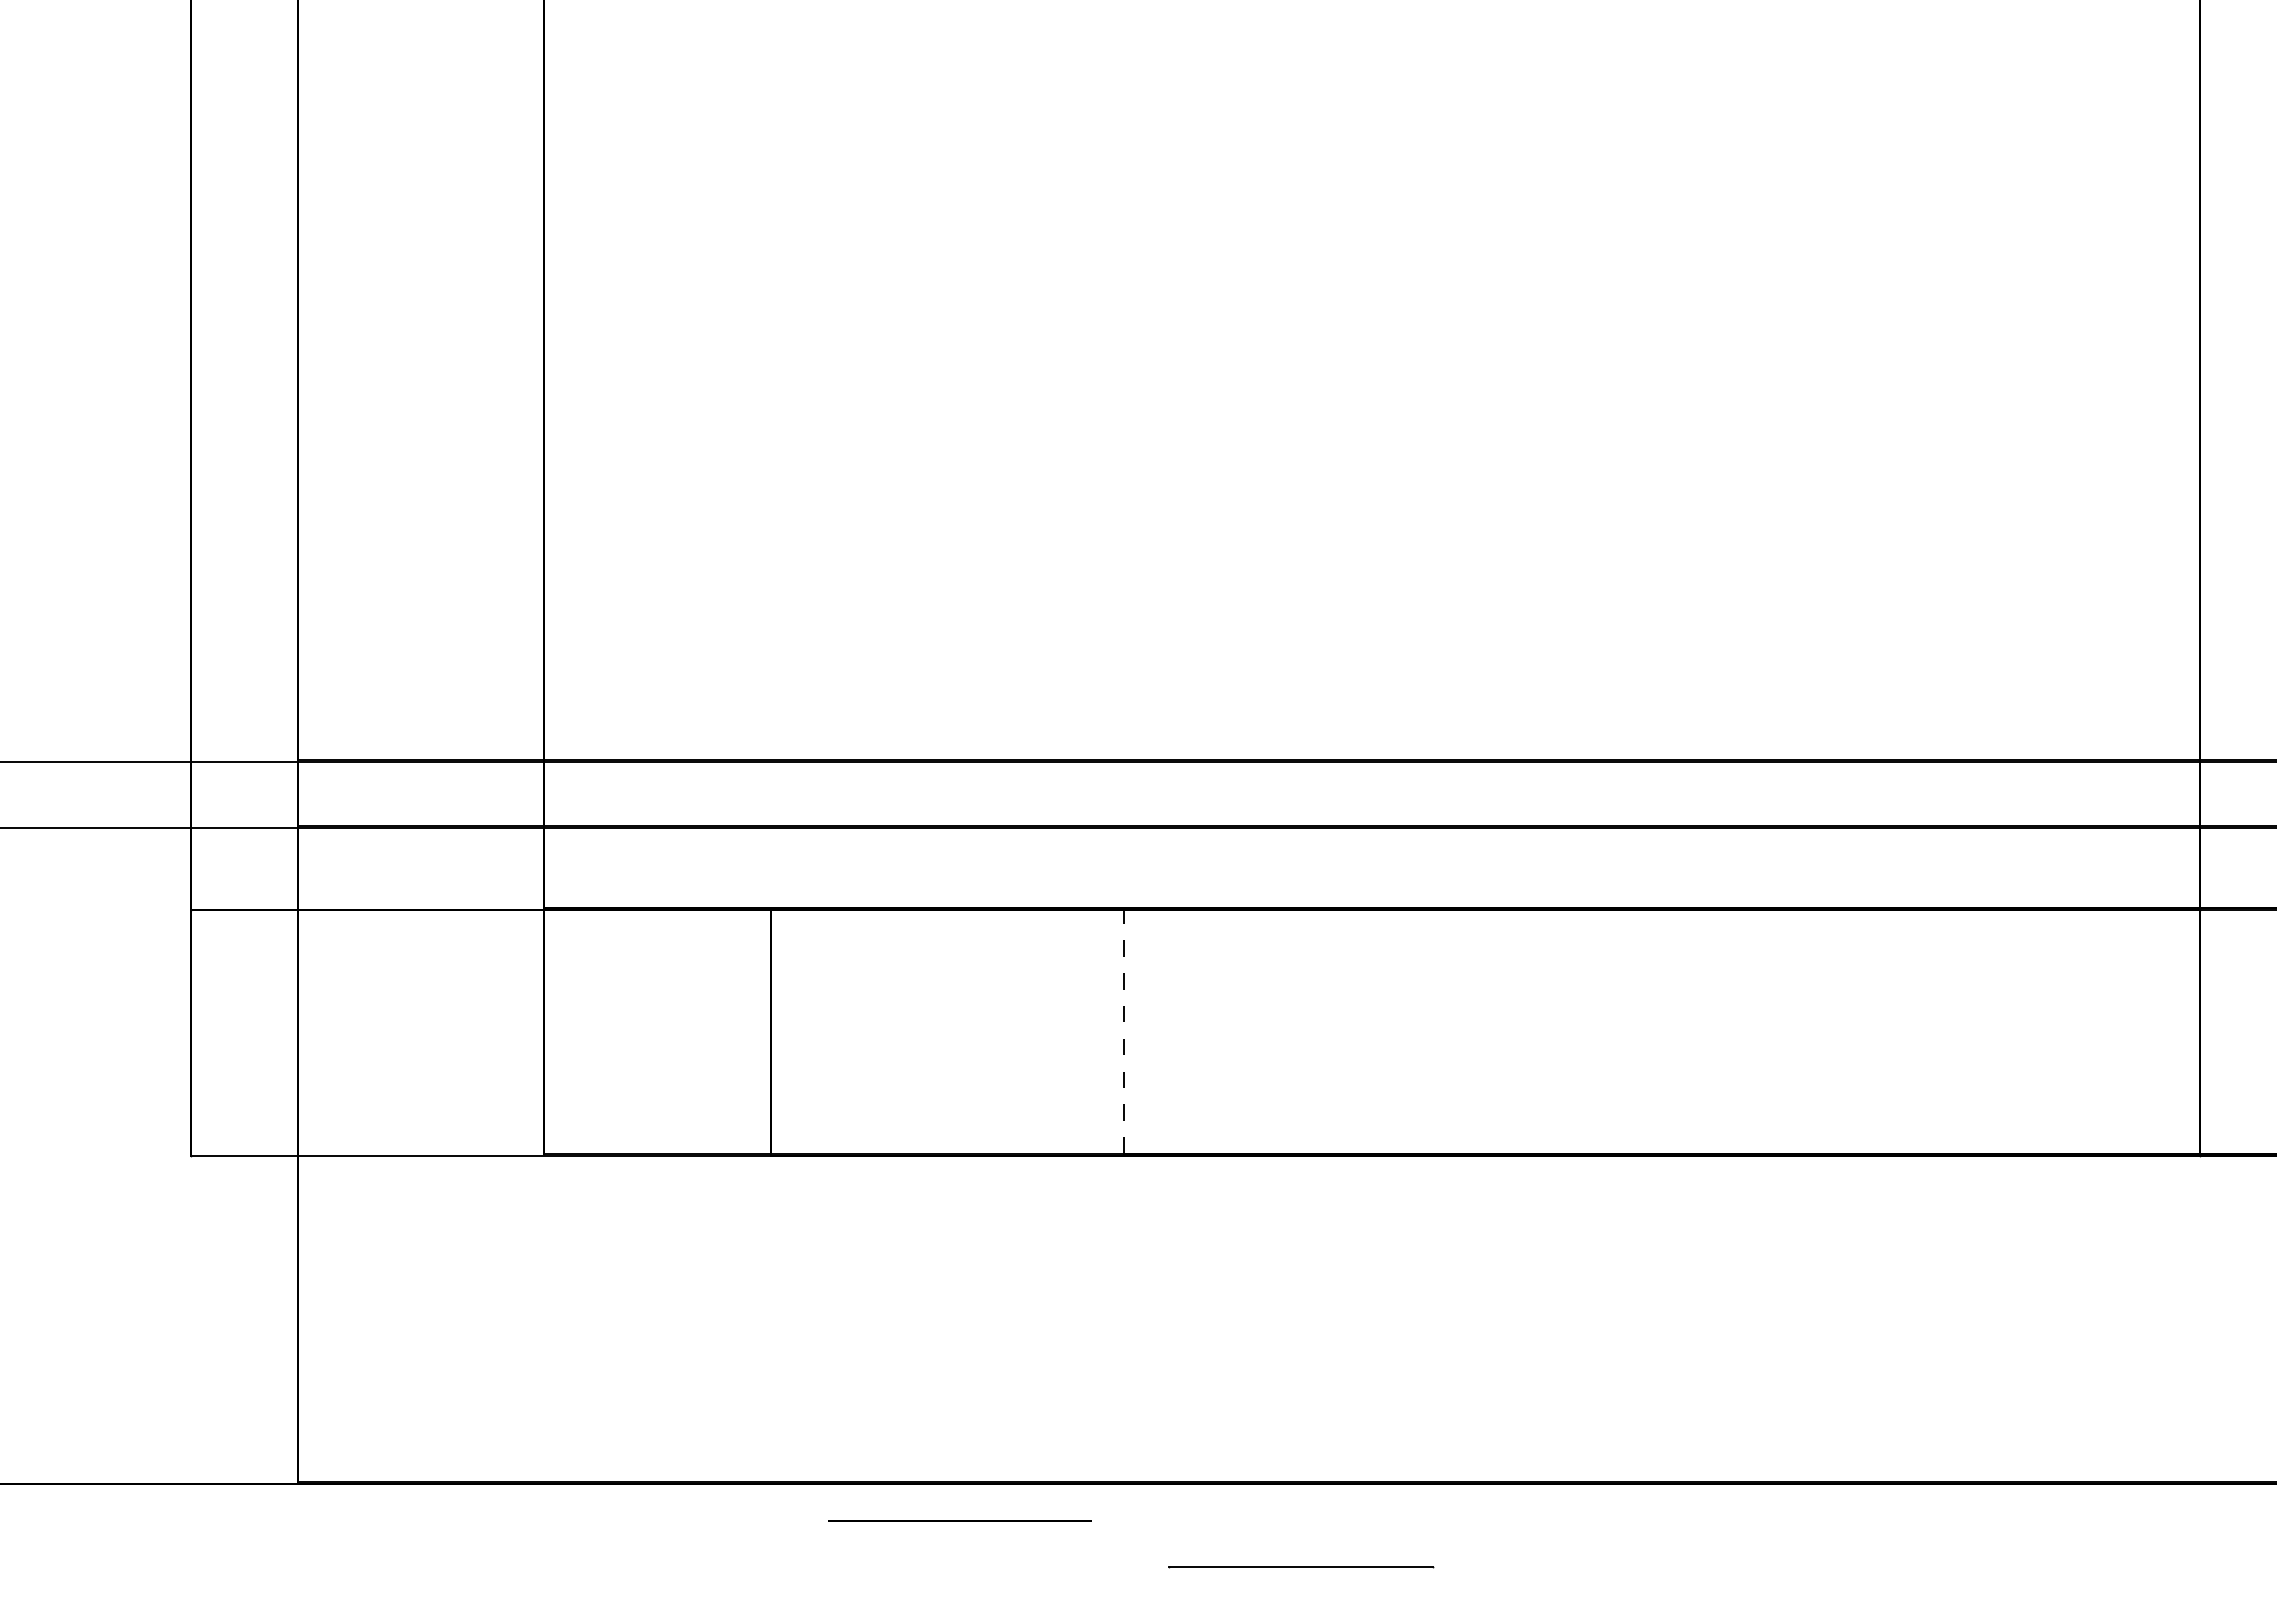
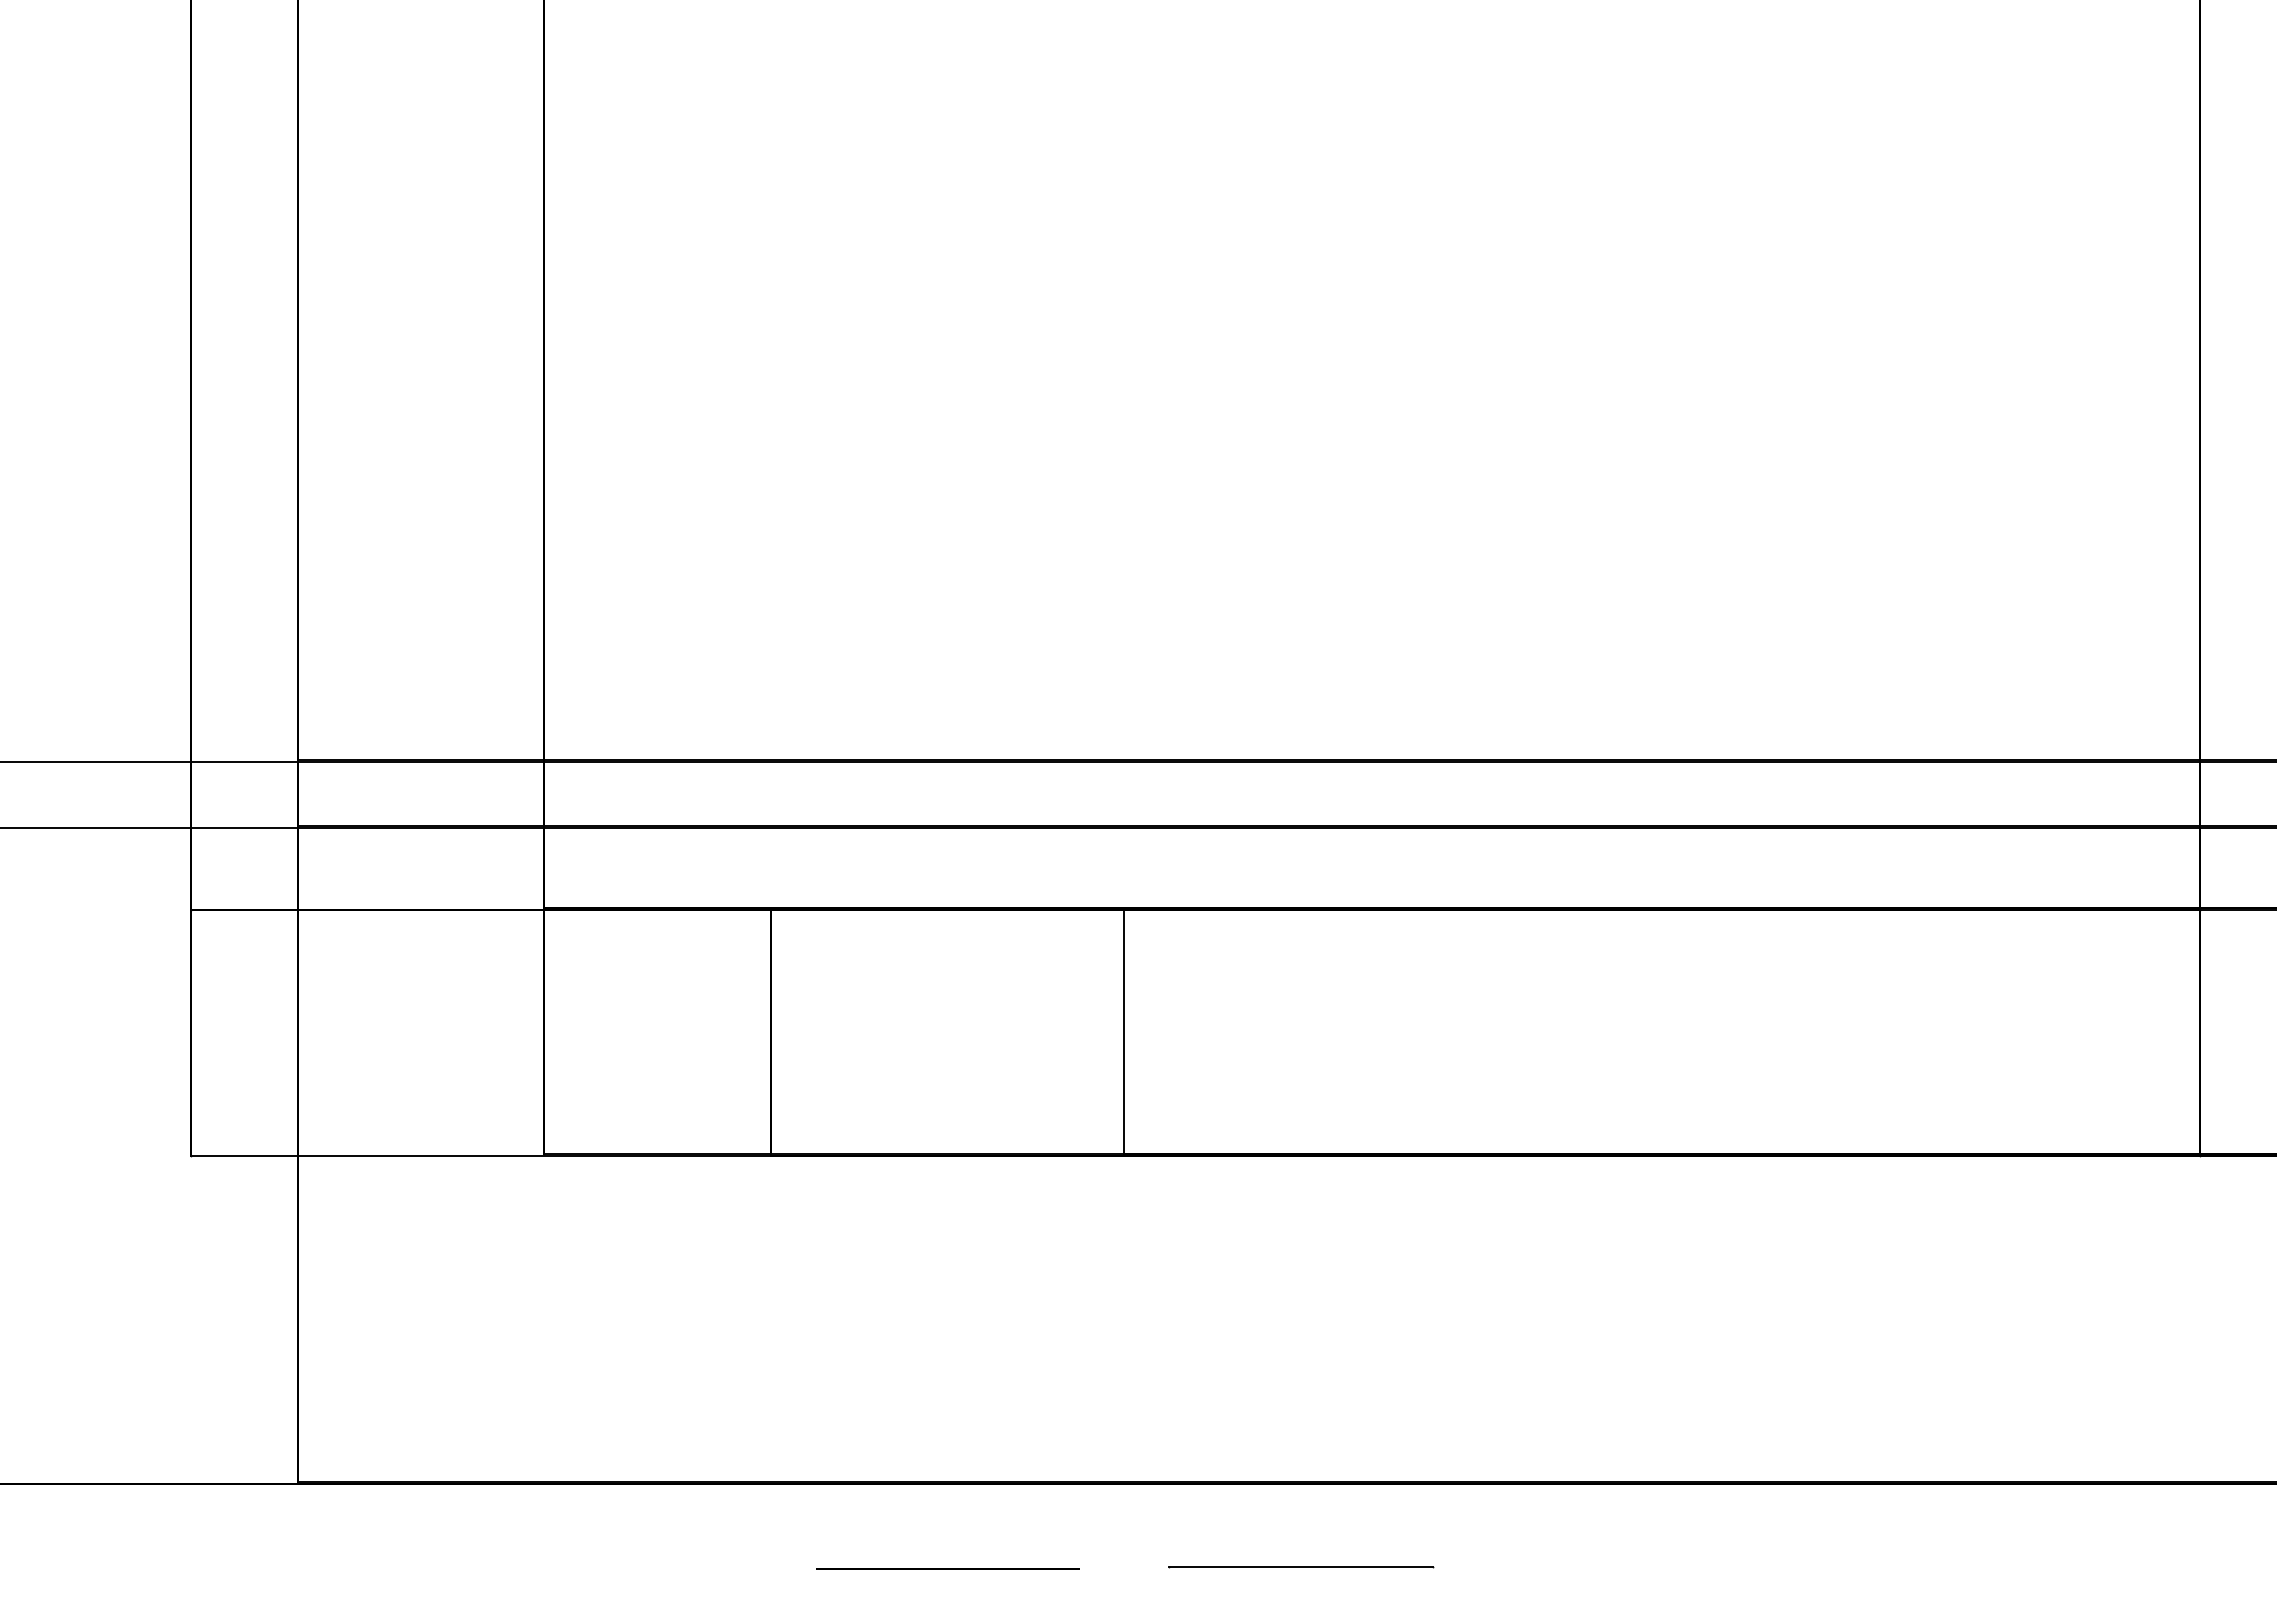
line at (1124, 1030): dashed -> solid
line at (959, 1520) position: (959, 1520) -> (947, 1568)
